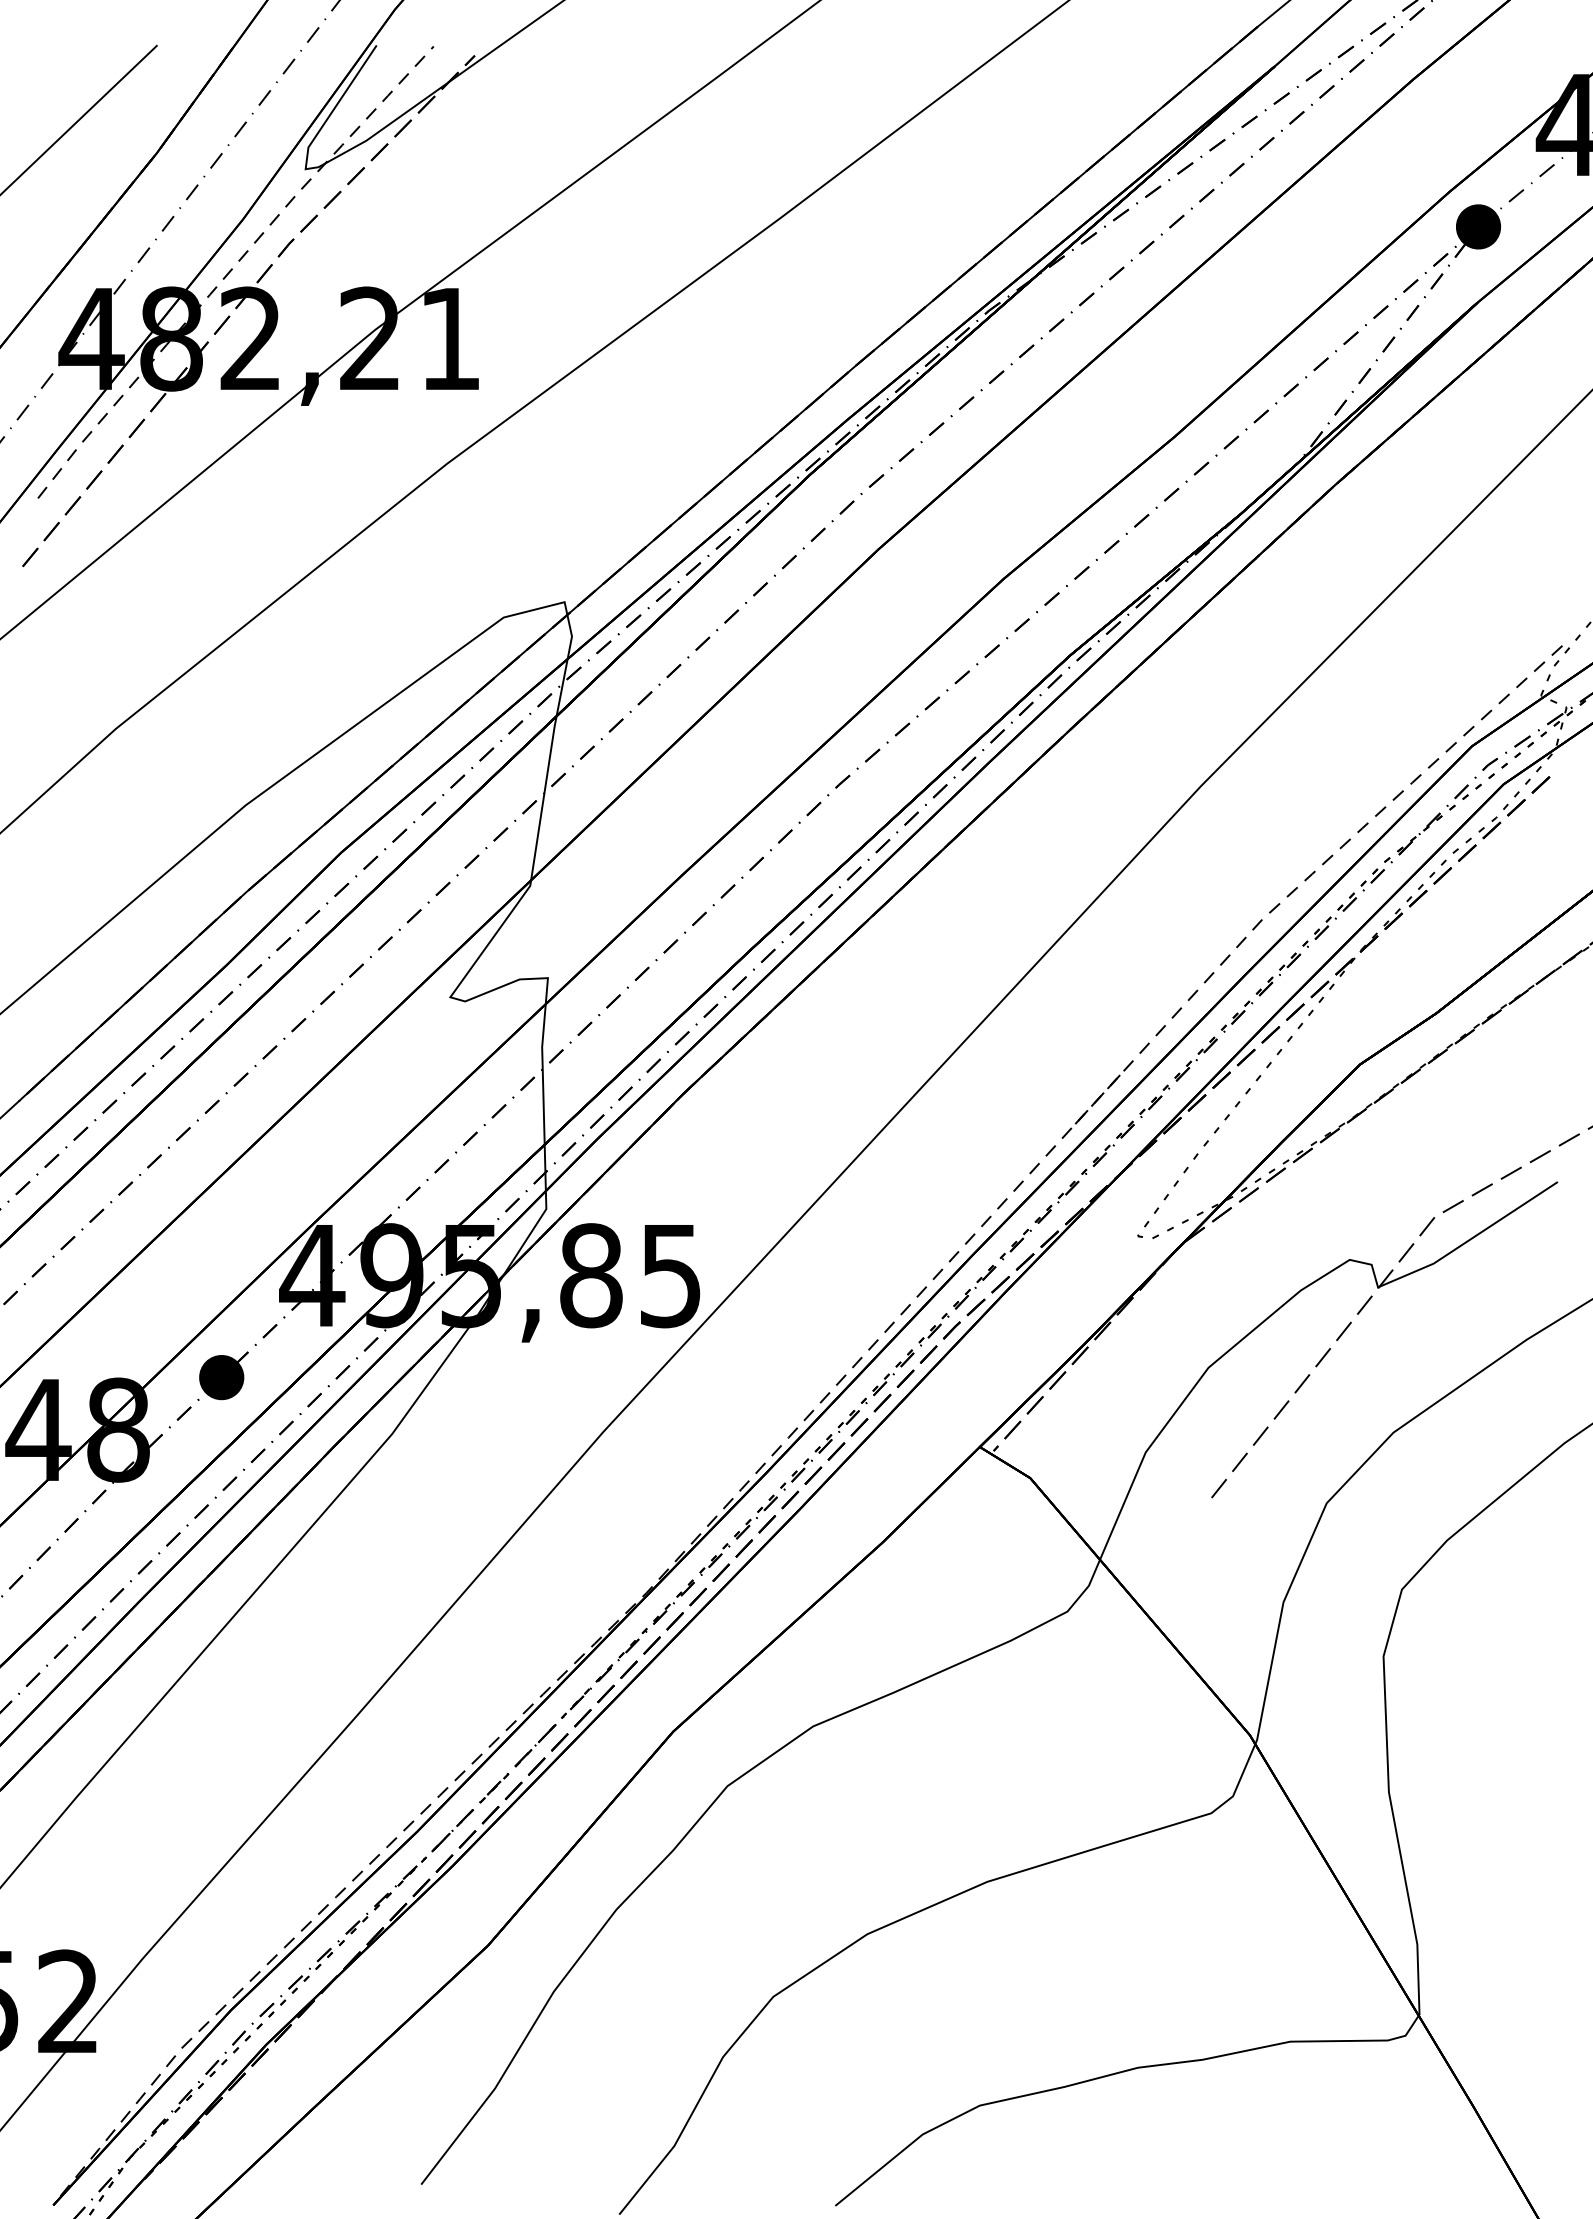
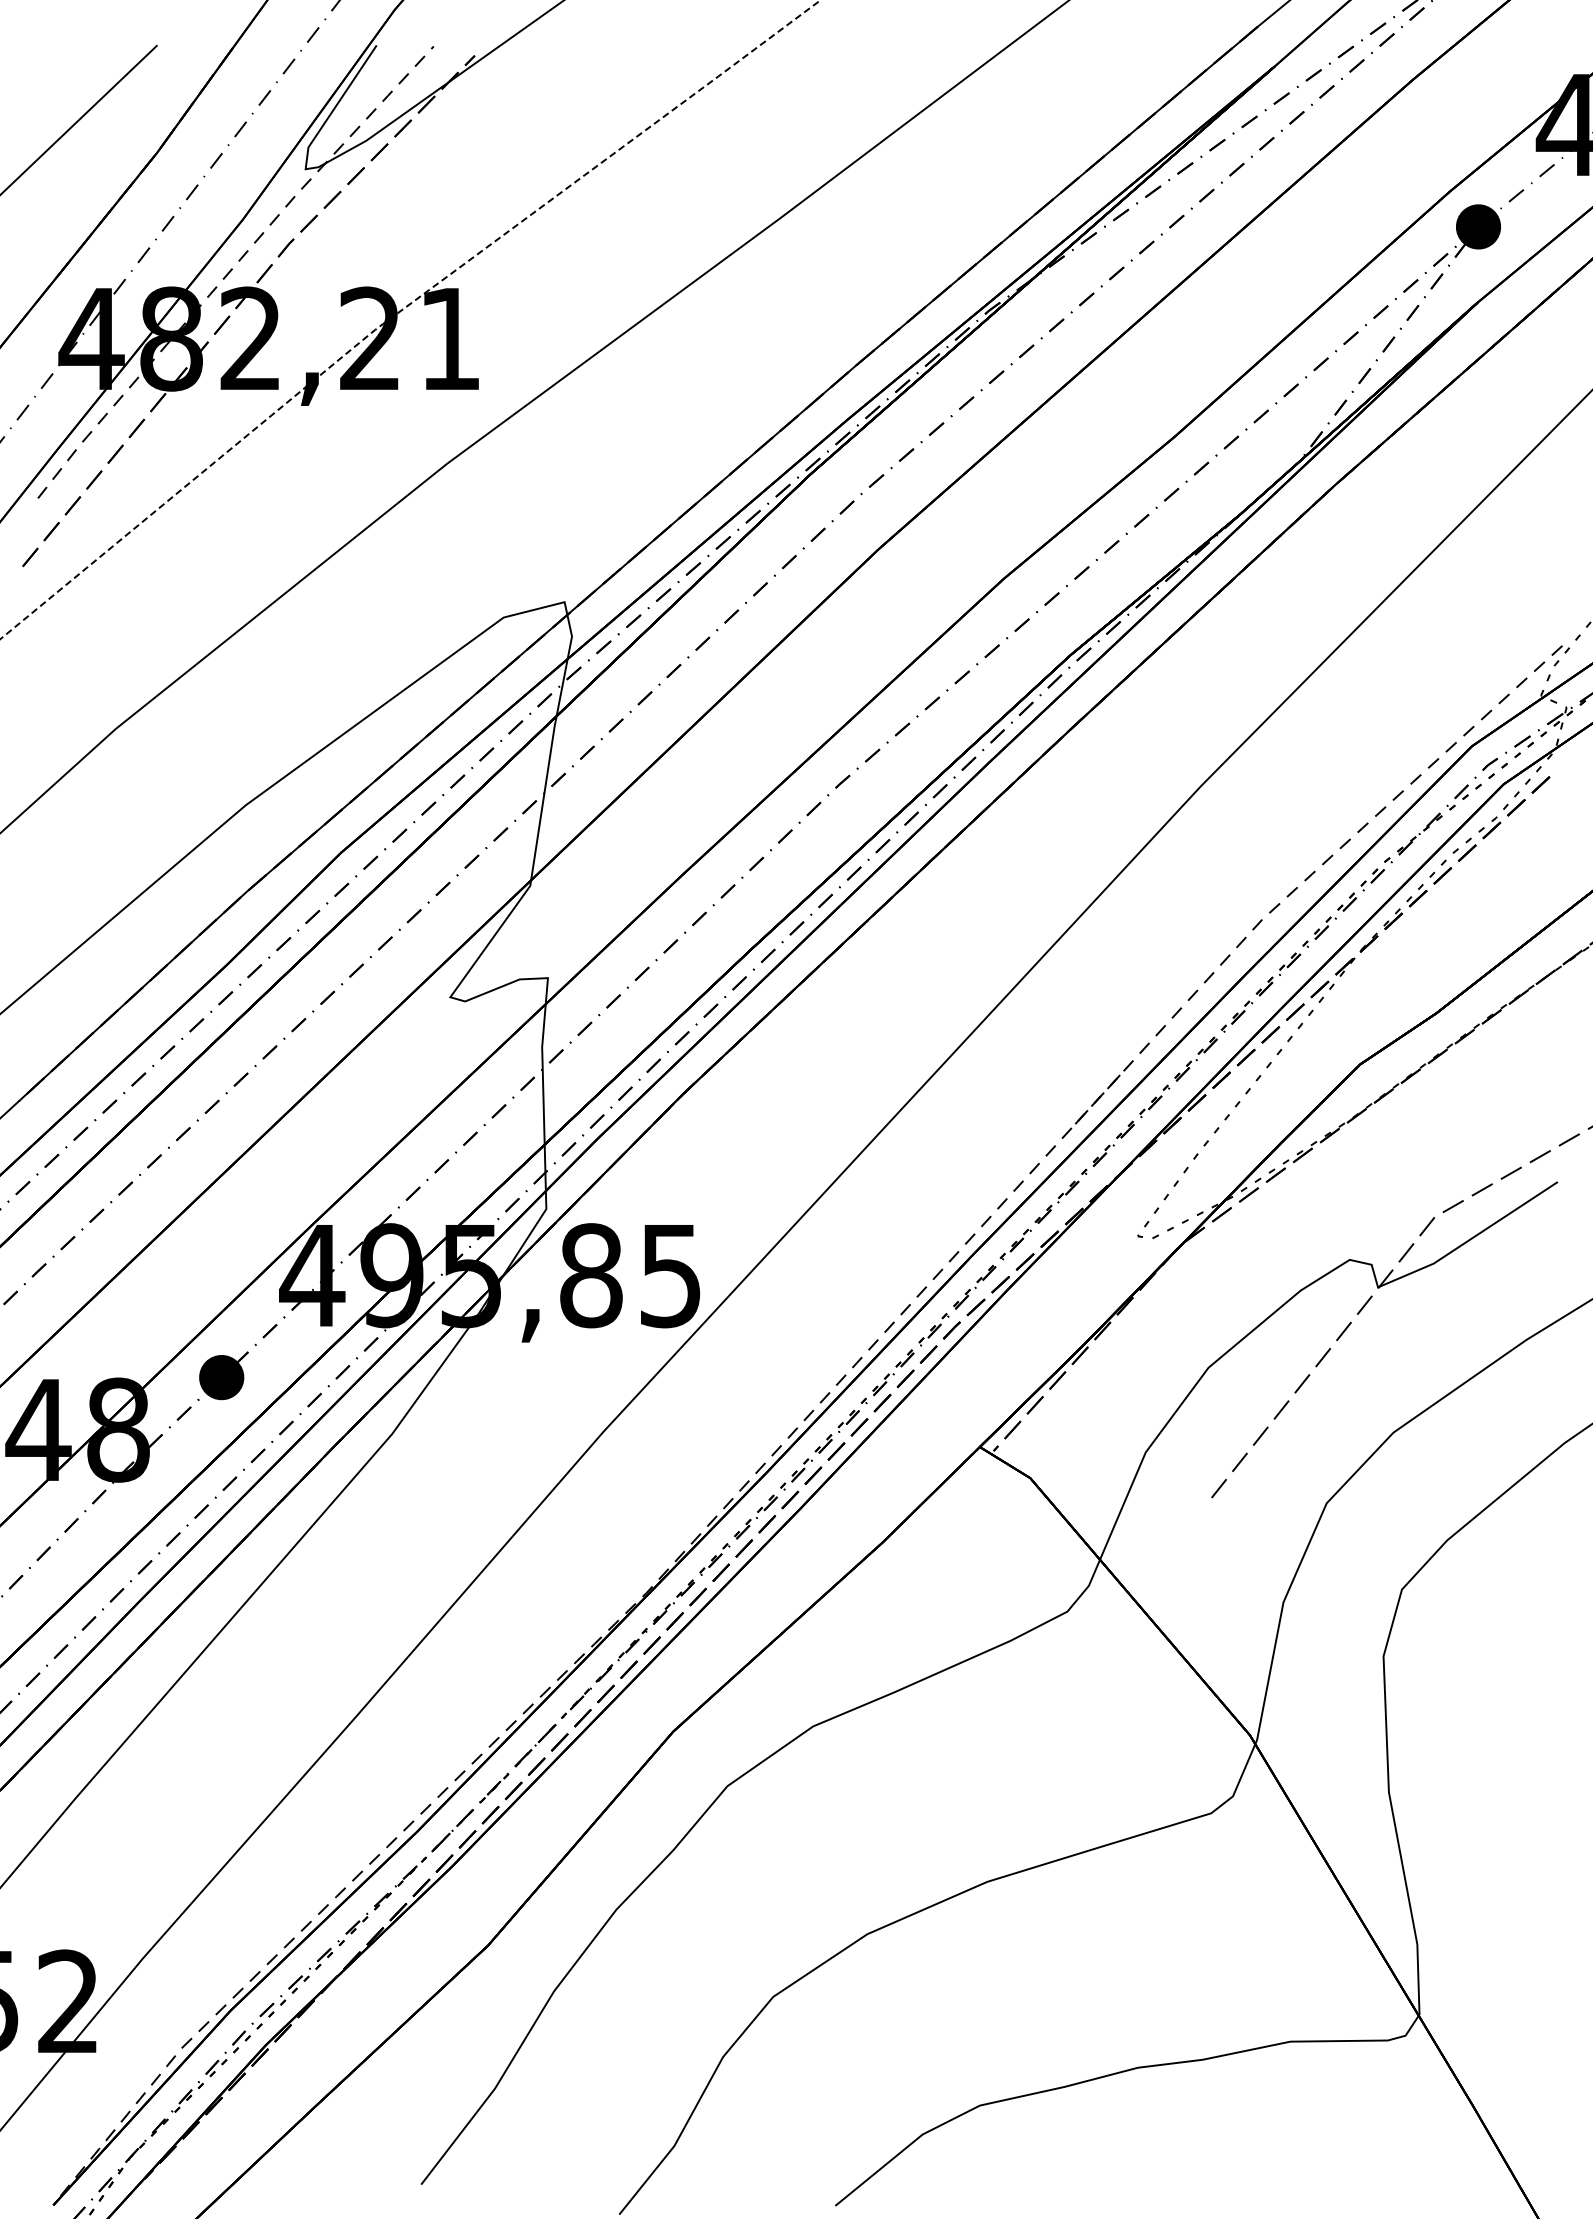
line at (401, 310): solid -> dashed
